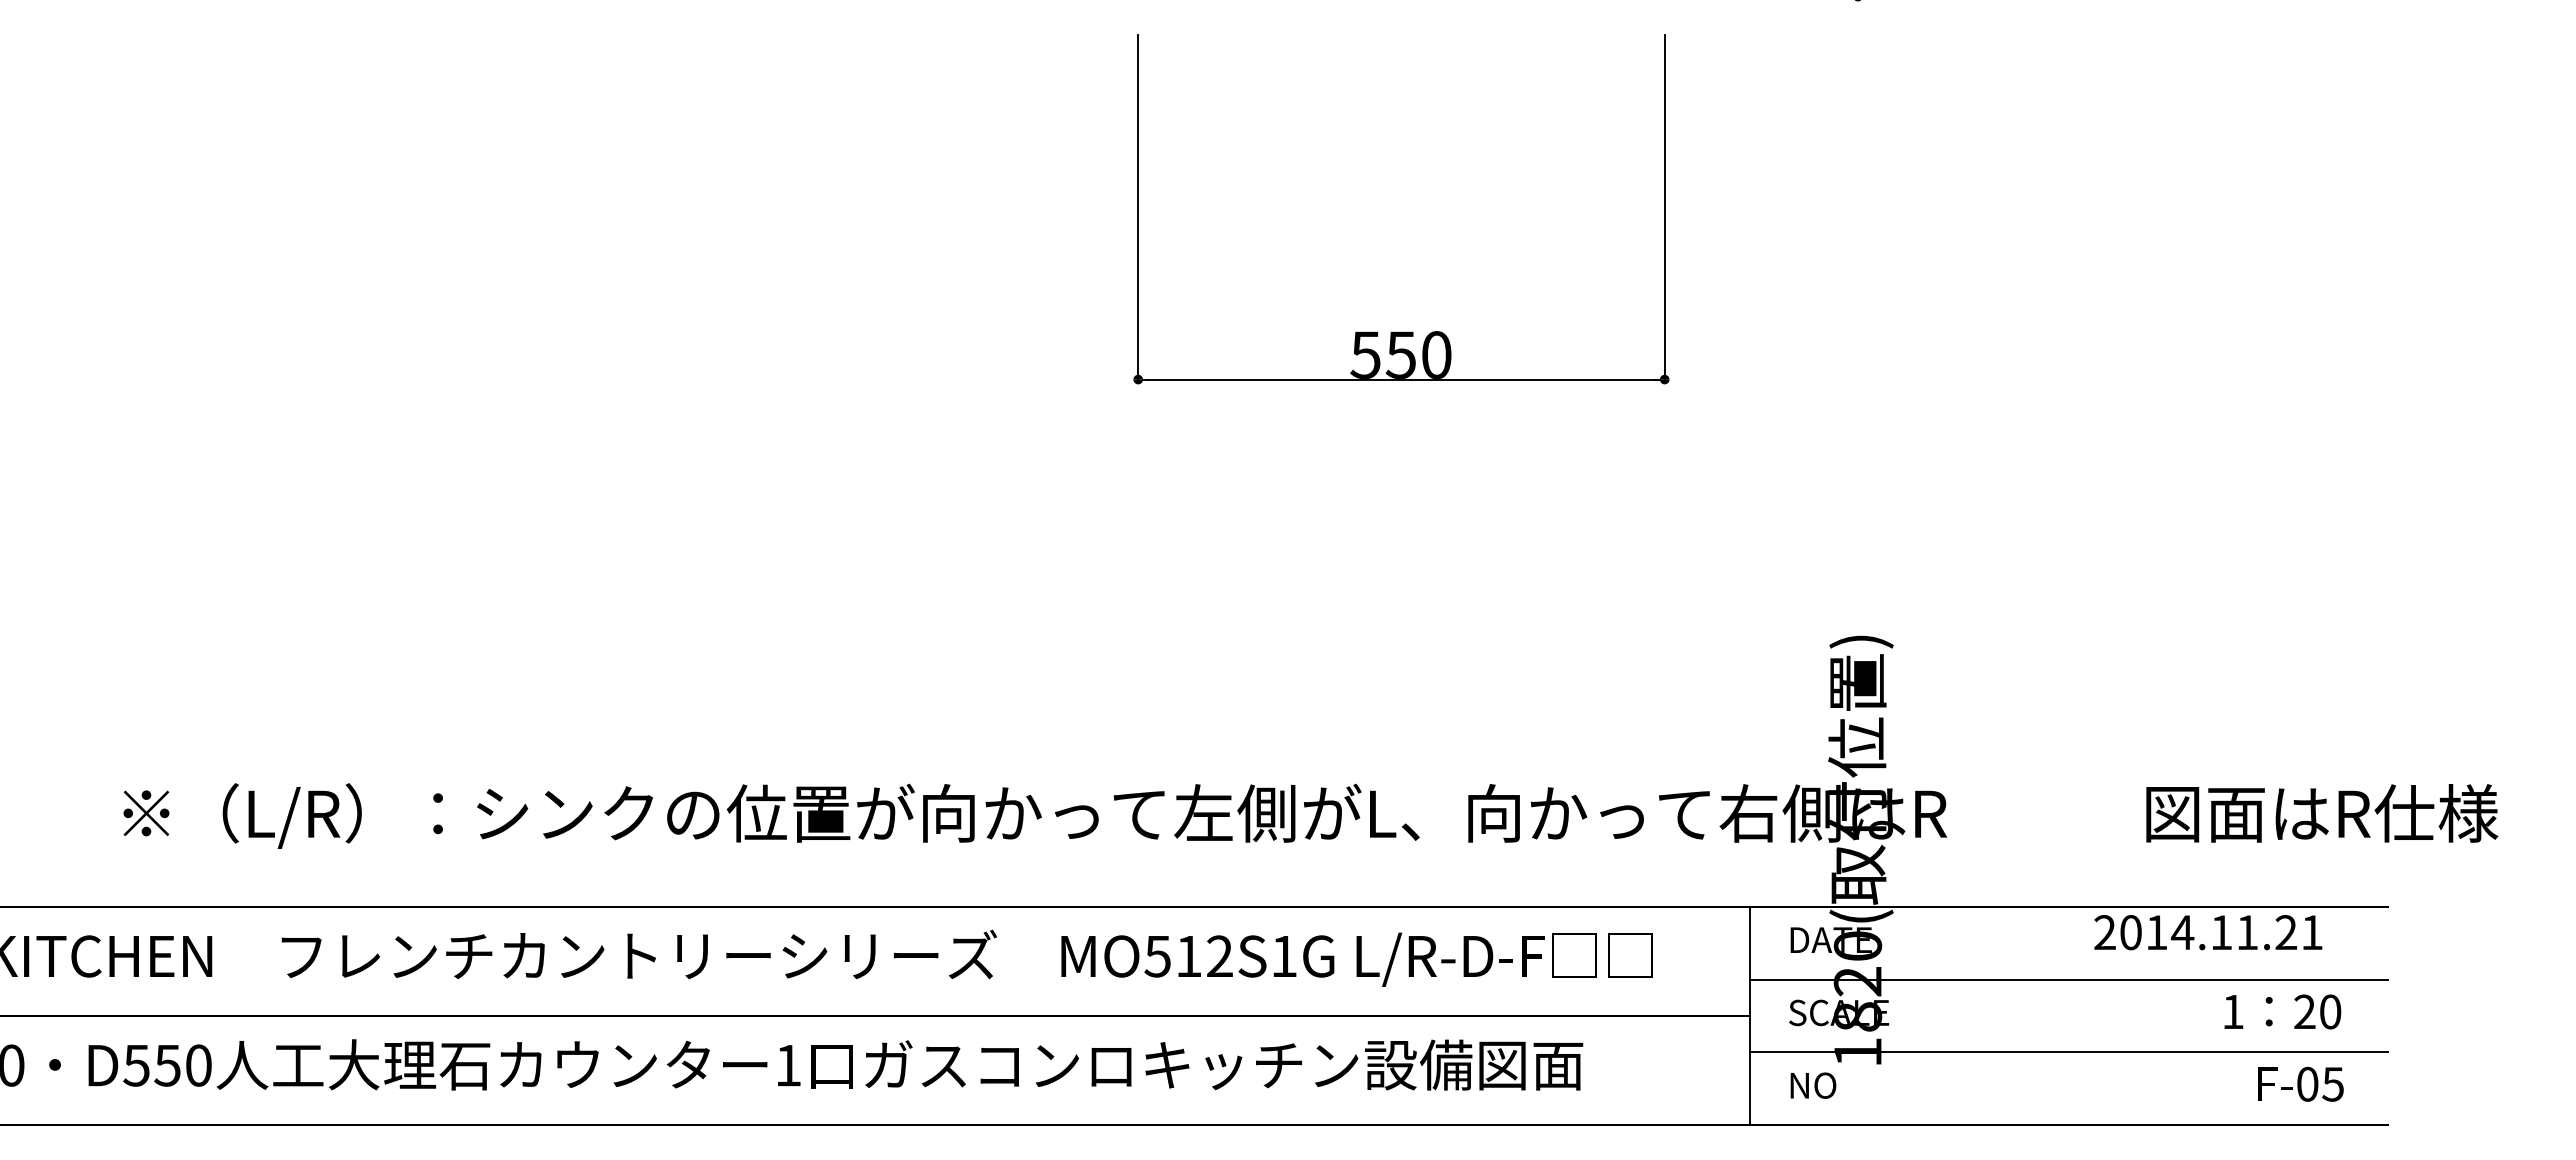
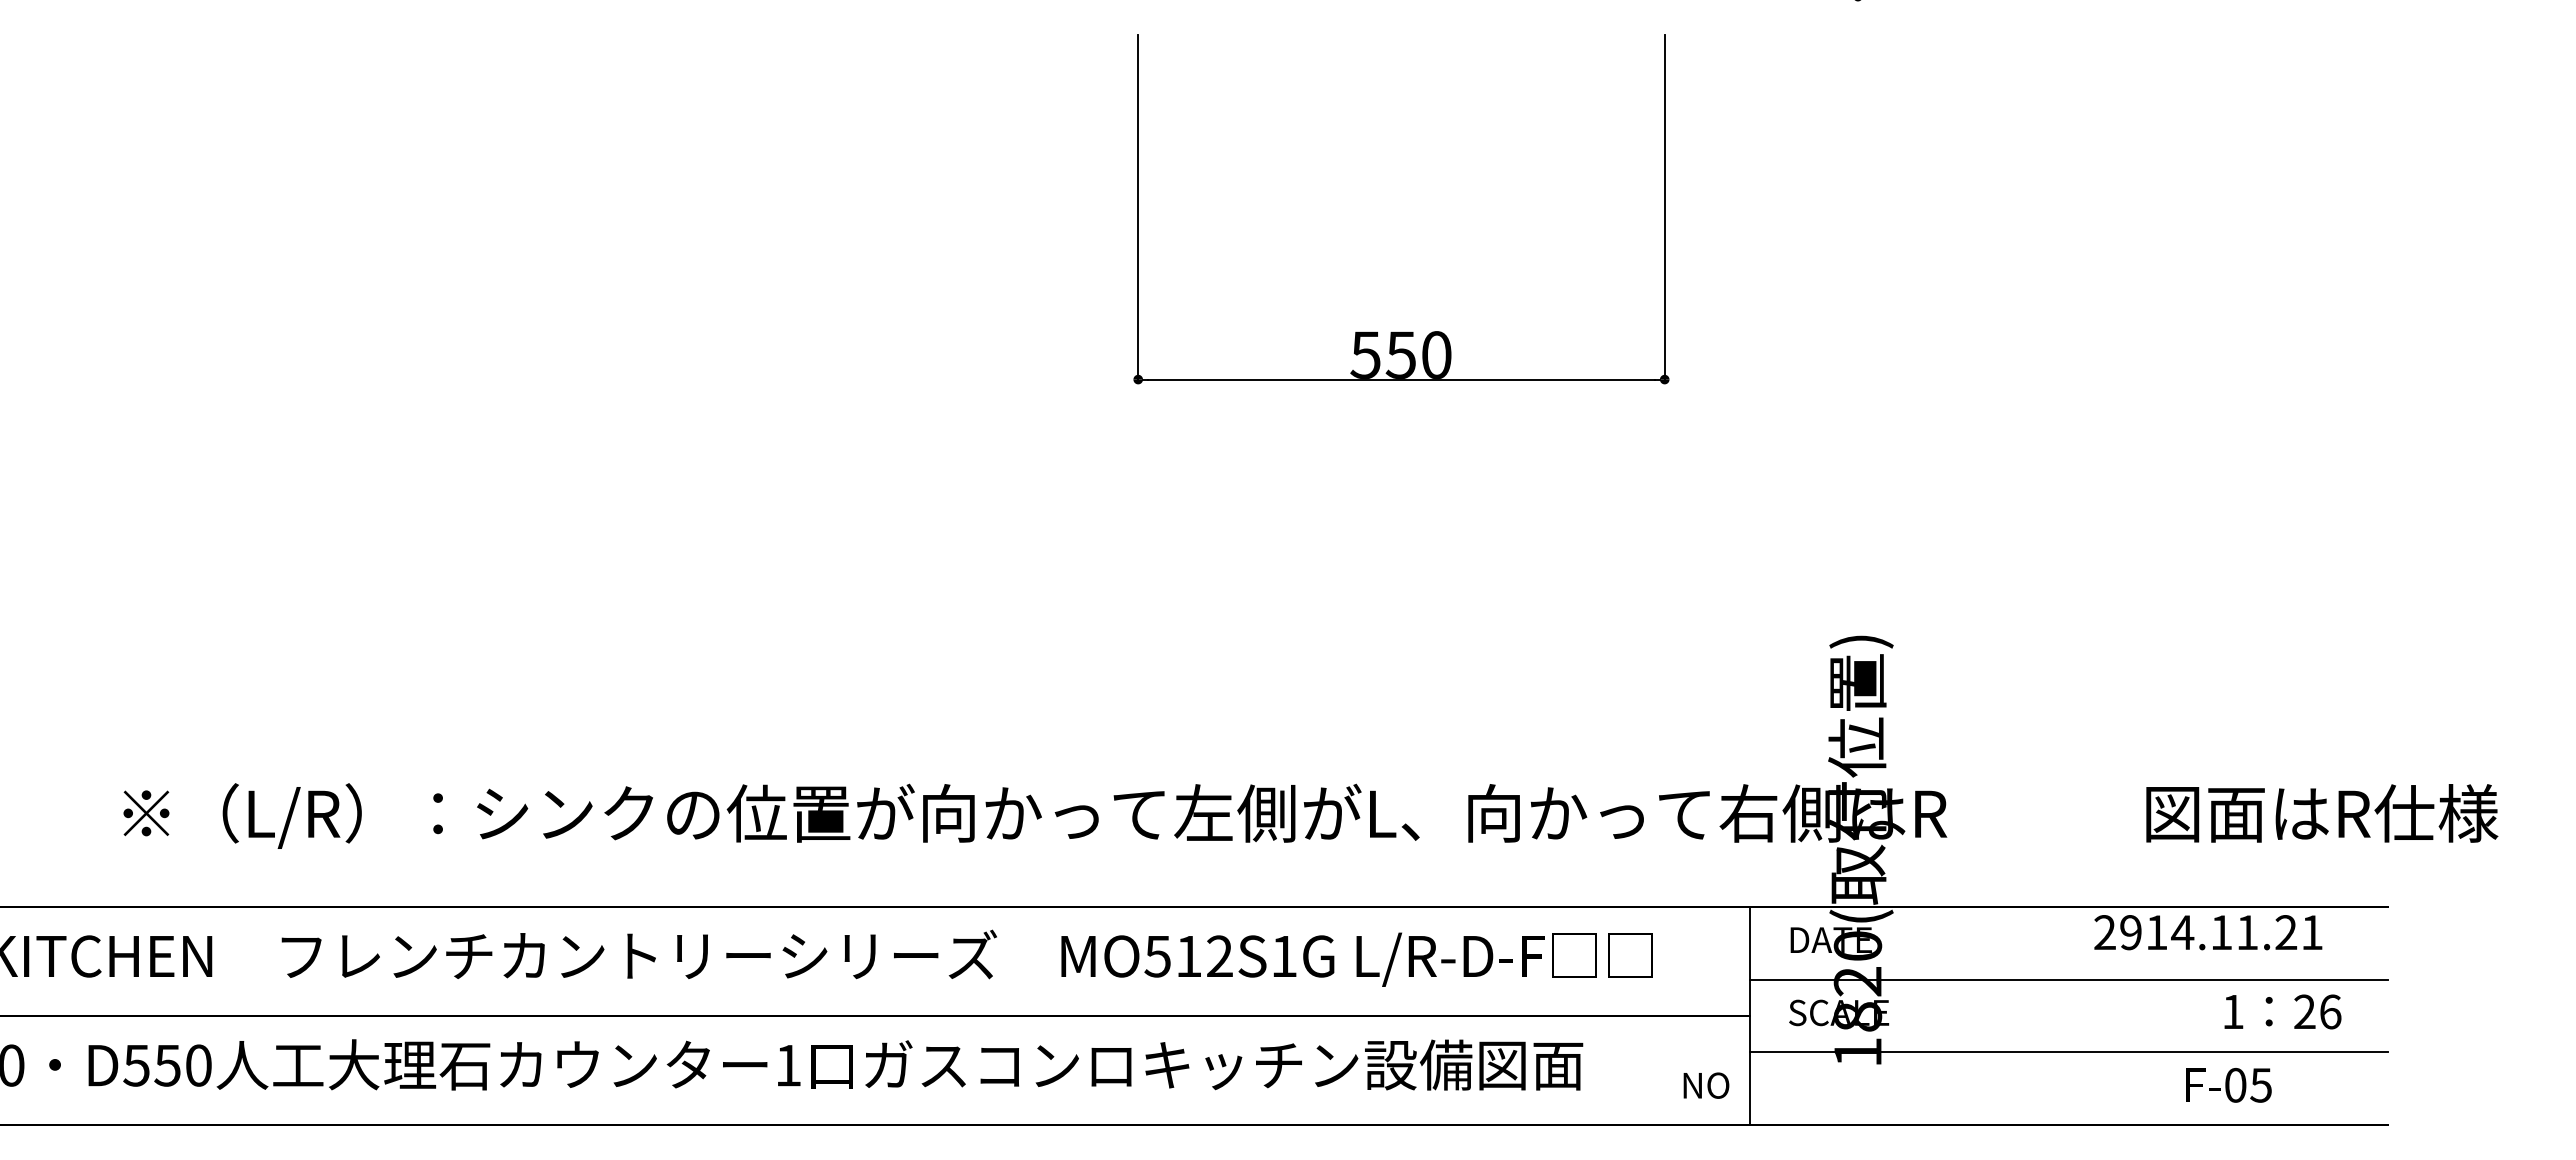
text at (2130, 932): 2014.11.21 -> 2914.11.21
text at (2330, 1011): 20 -> 26
text at (2300, 1084) position: (2300, 1084) -> (2228, 1085)
text at (1813, 1085) position: (1813, 1085) -> (1706, 1085)
